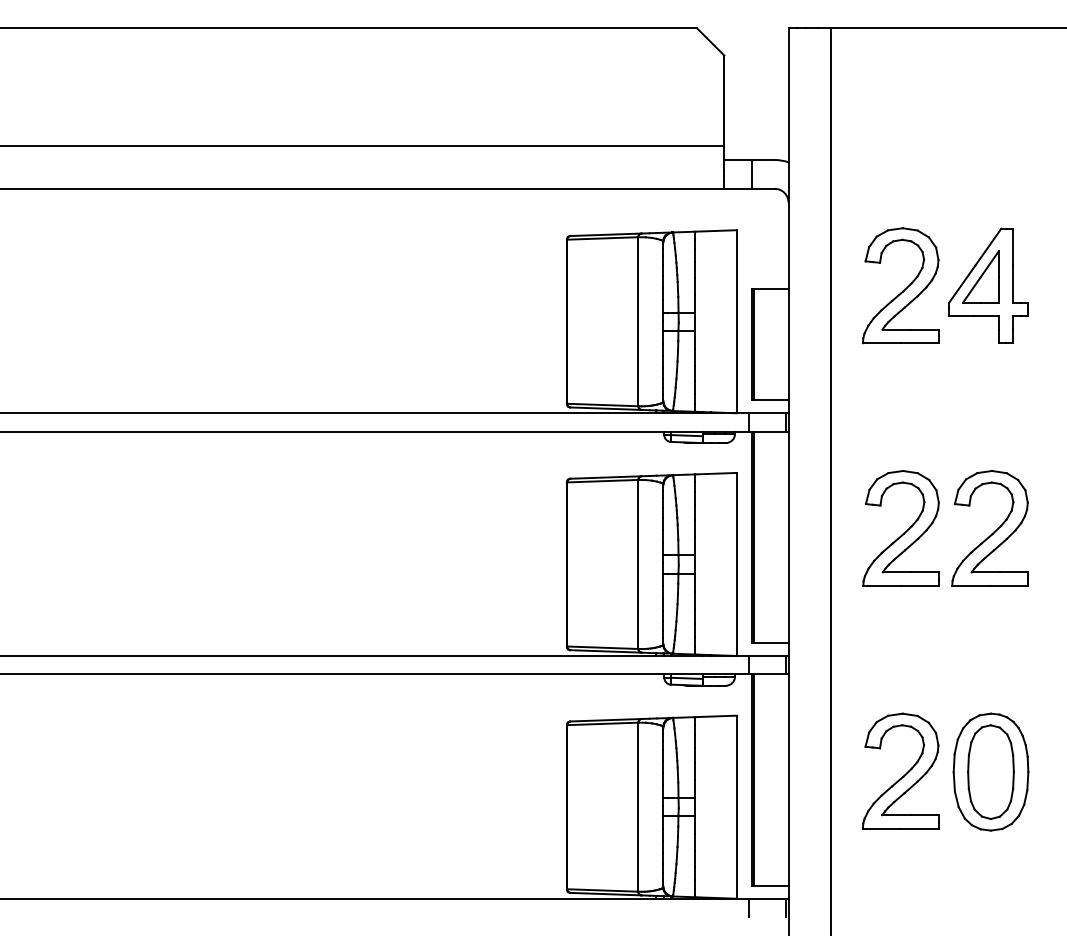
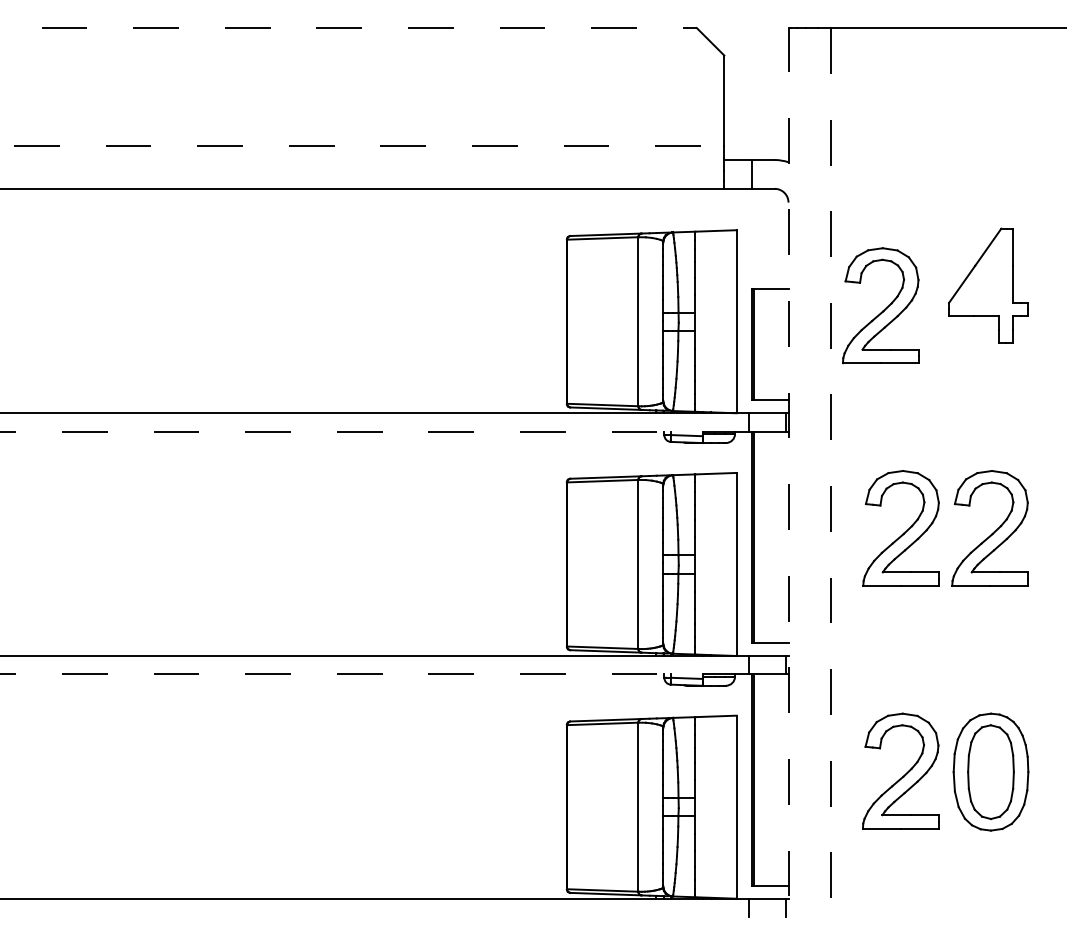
line at (349, 28): solid -> dashed
line at (362, 146): solid -> dashed
part at (980, 276): present -> none
part at (900, 285) position: (900, 285) -> (880, 305)
line at (374, 431): solid -> dashed
line at (788, 482): solid -> dashed
line at (831, 482): solid -> dashed
line at (374, 674): solid -> dashed
